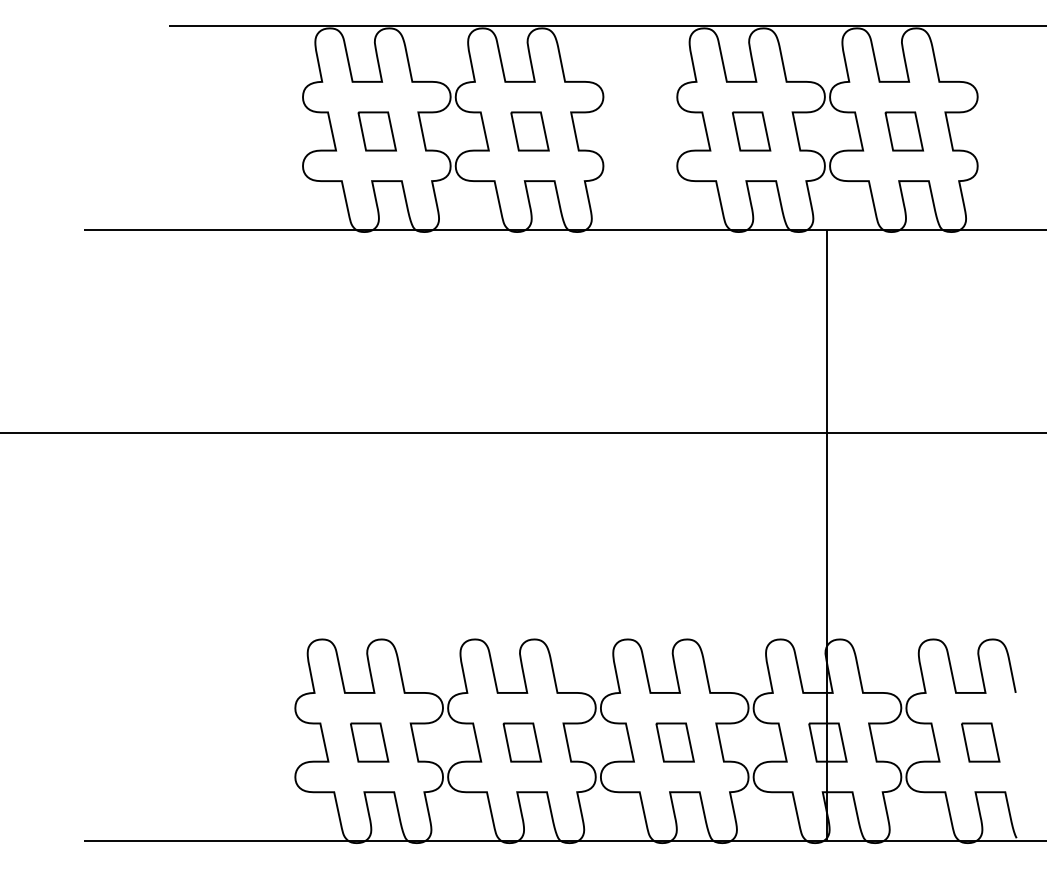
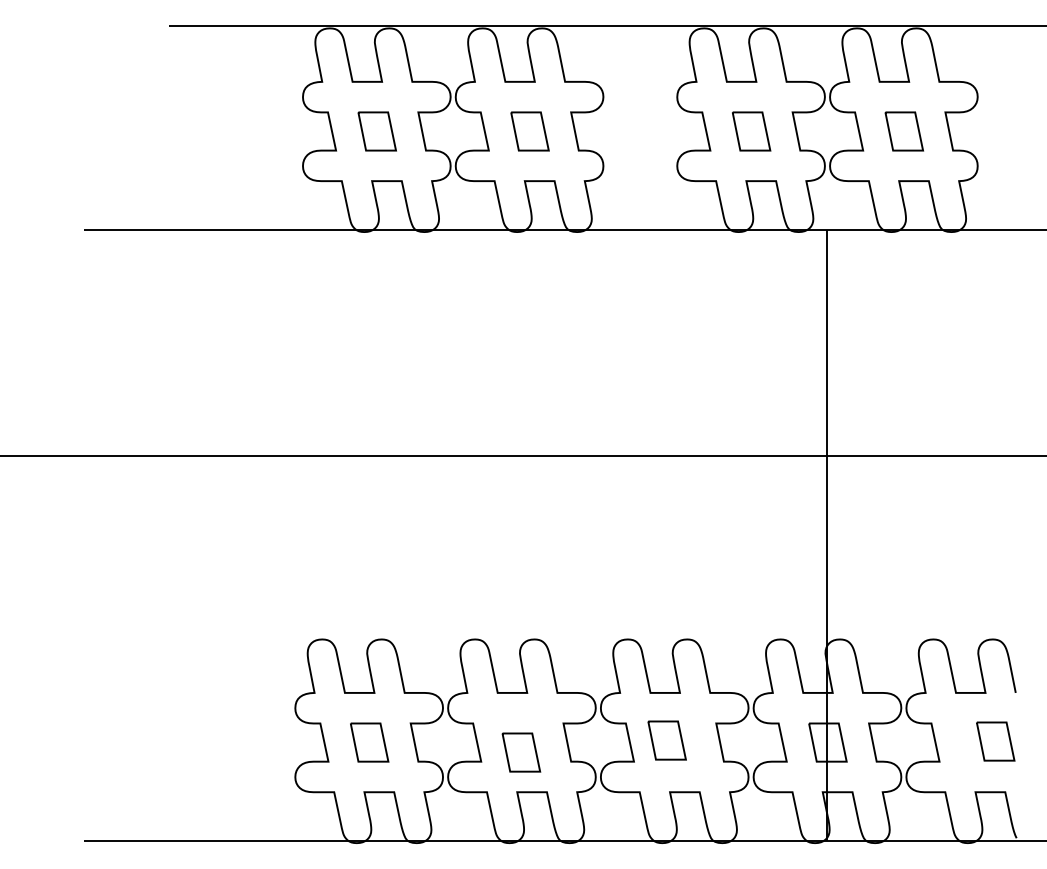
line at (522, 433) position: (522, 433) -> (522, 456)
curve at (535, 740) position: (535, 740) -> (534, 750)
curve at (661, 743) position: (661, 743) -> (653, 741)
curve at (967, 745) position: (967, 745) -> (982, 744)
